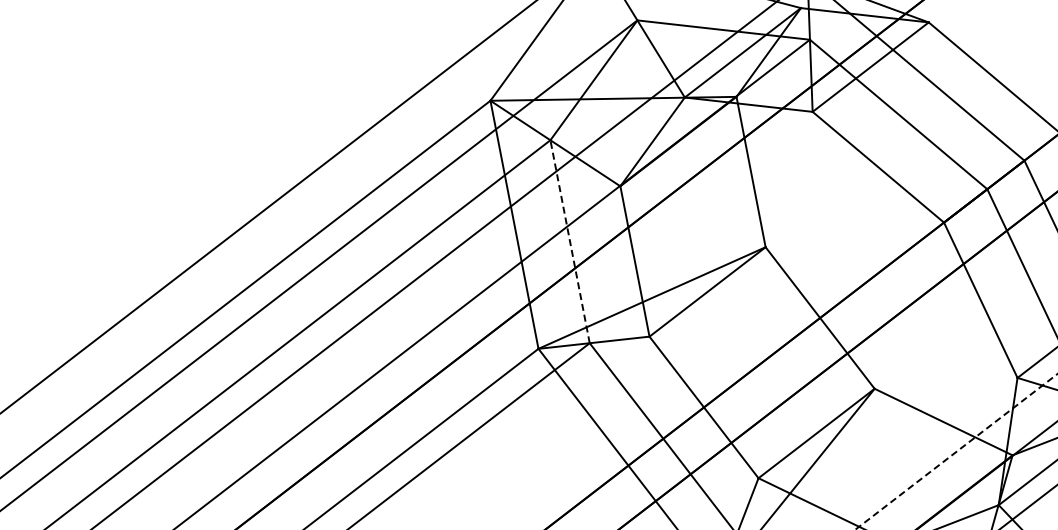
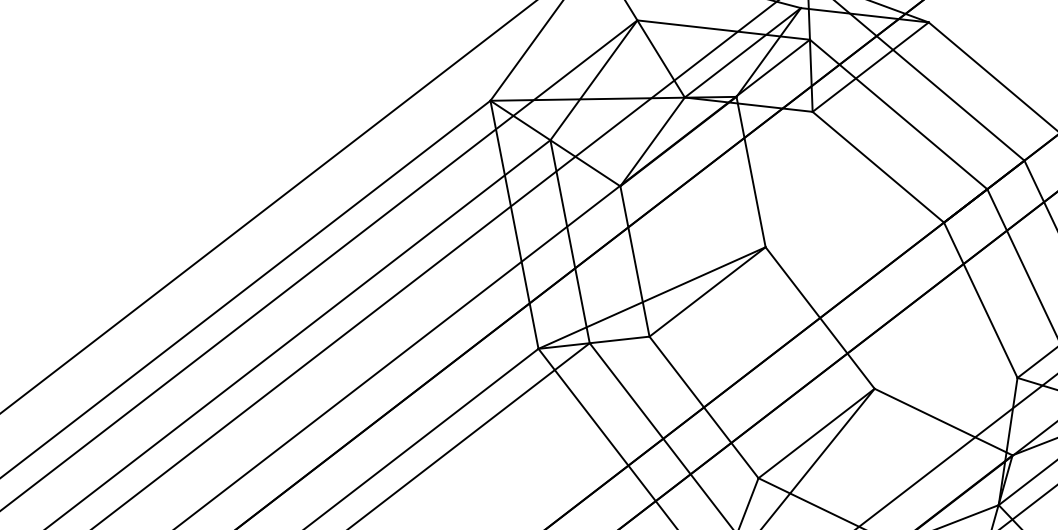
line at (569, 241): dashed -> solid
line at (956, 451): dashed -> solid
